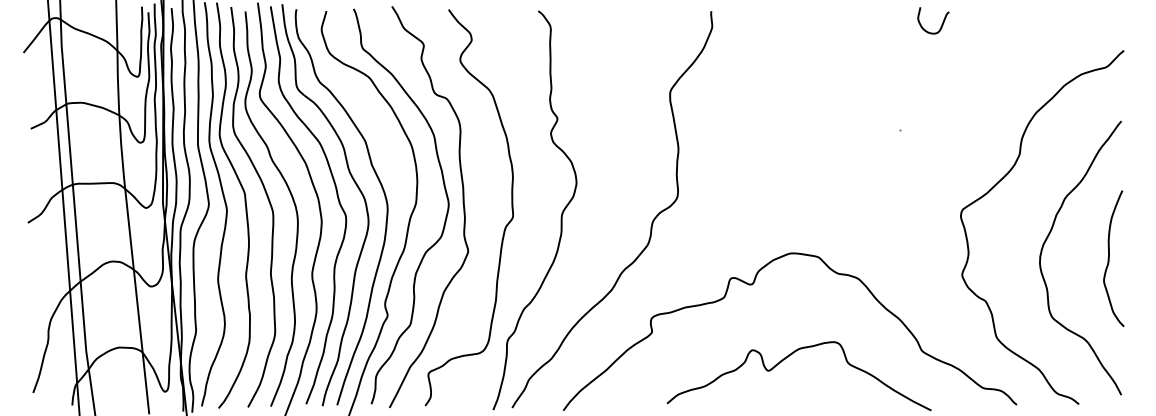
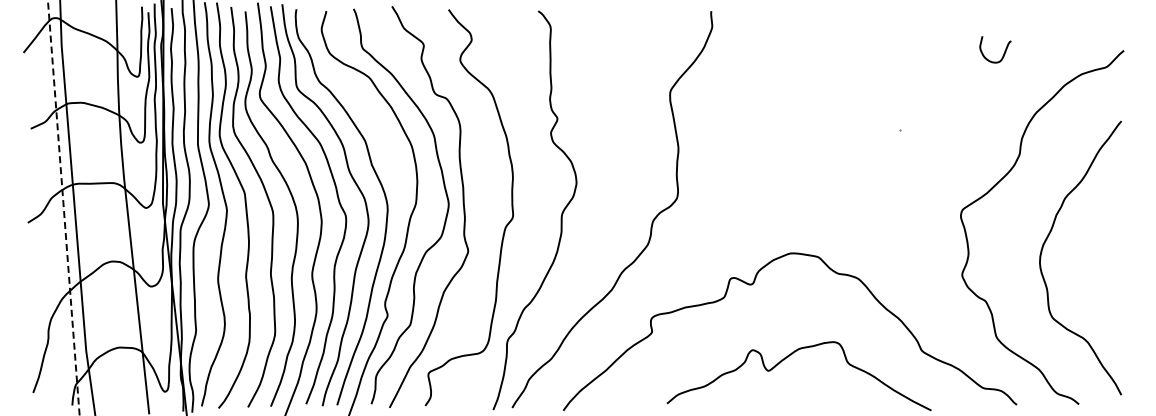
curve at (941, 24) position: (941, 24) -> (1003, 53)
line at (63, 208): solid -> dashed
curve at (1109, 258): present -> none
